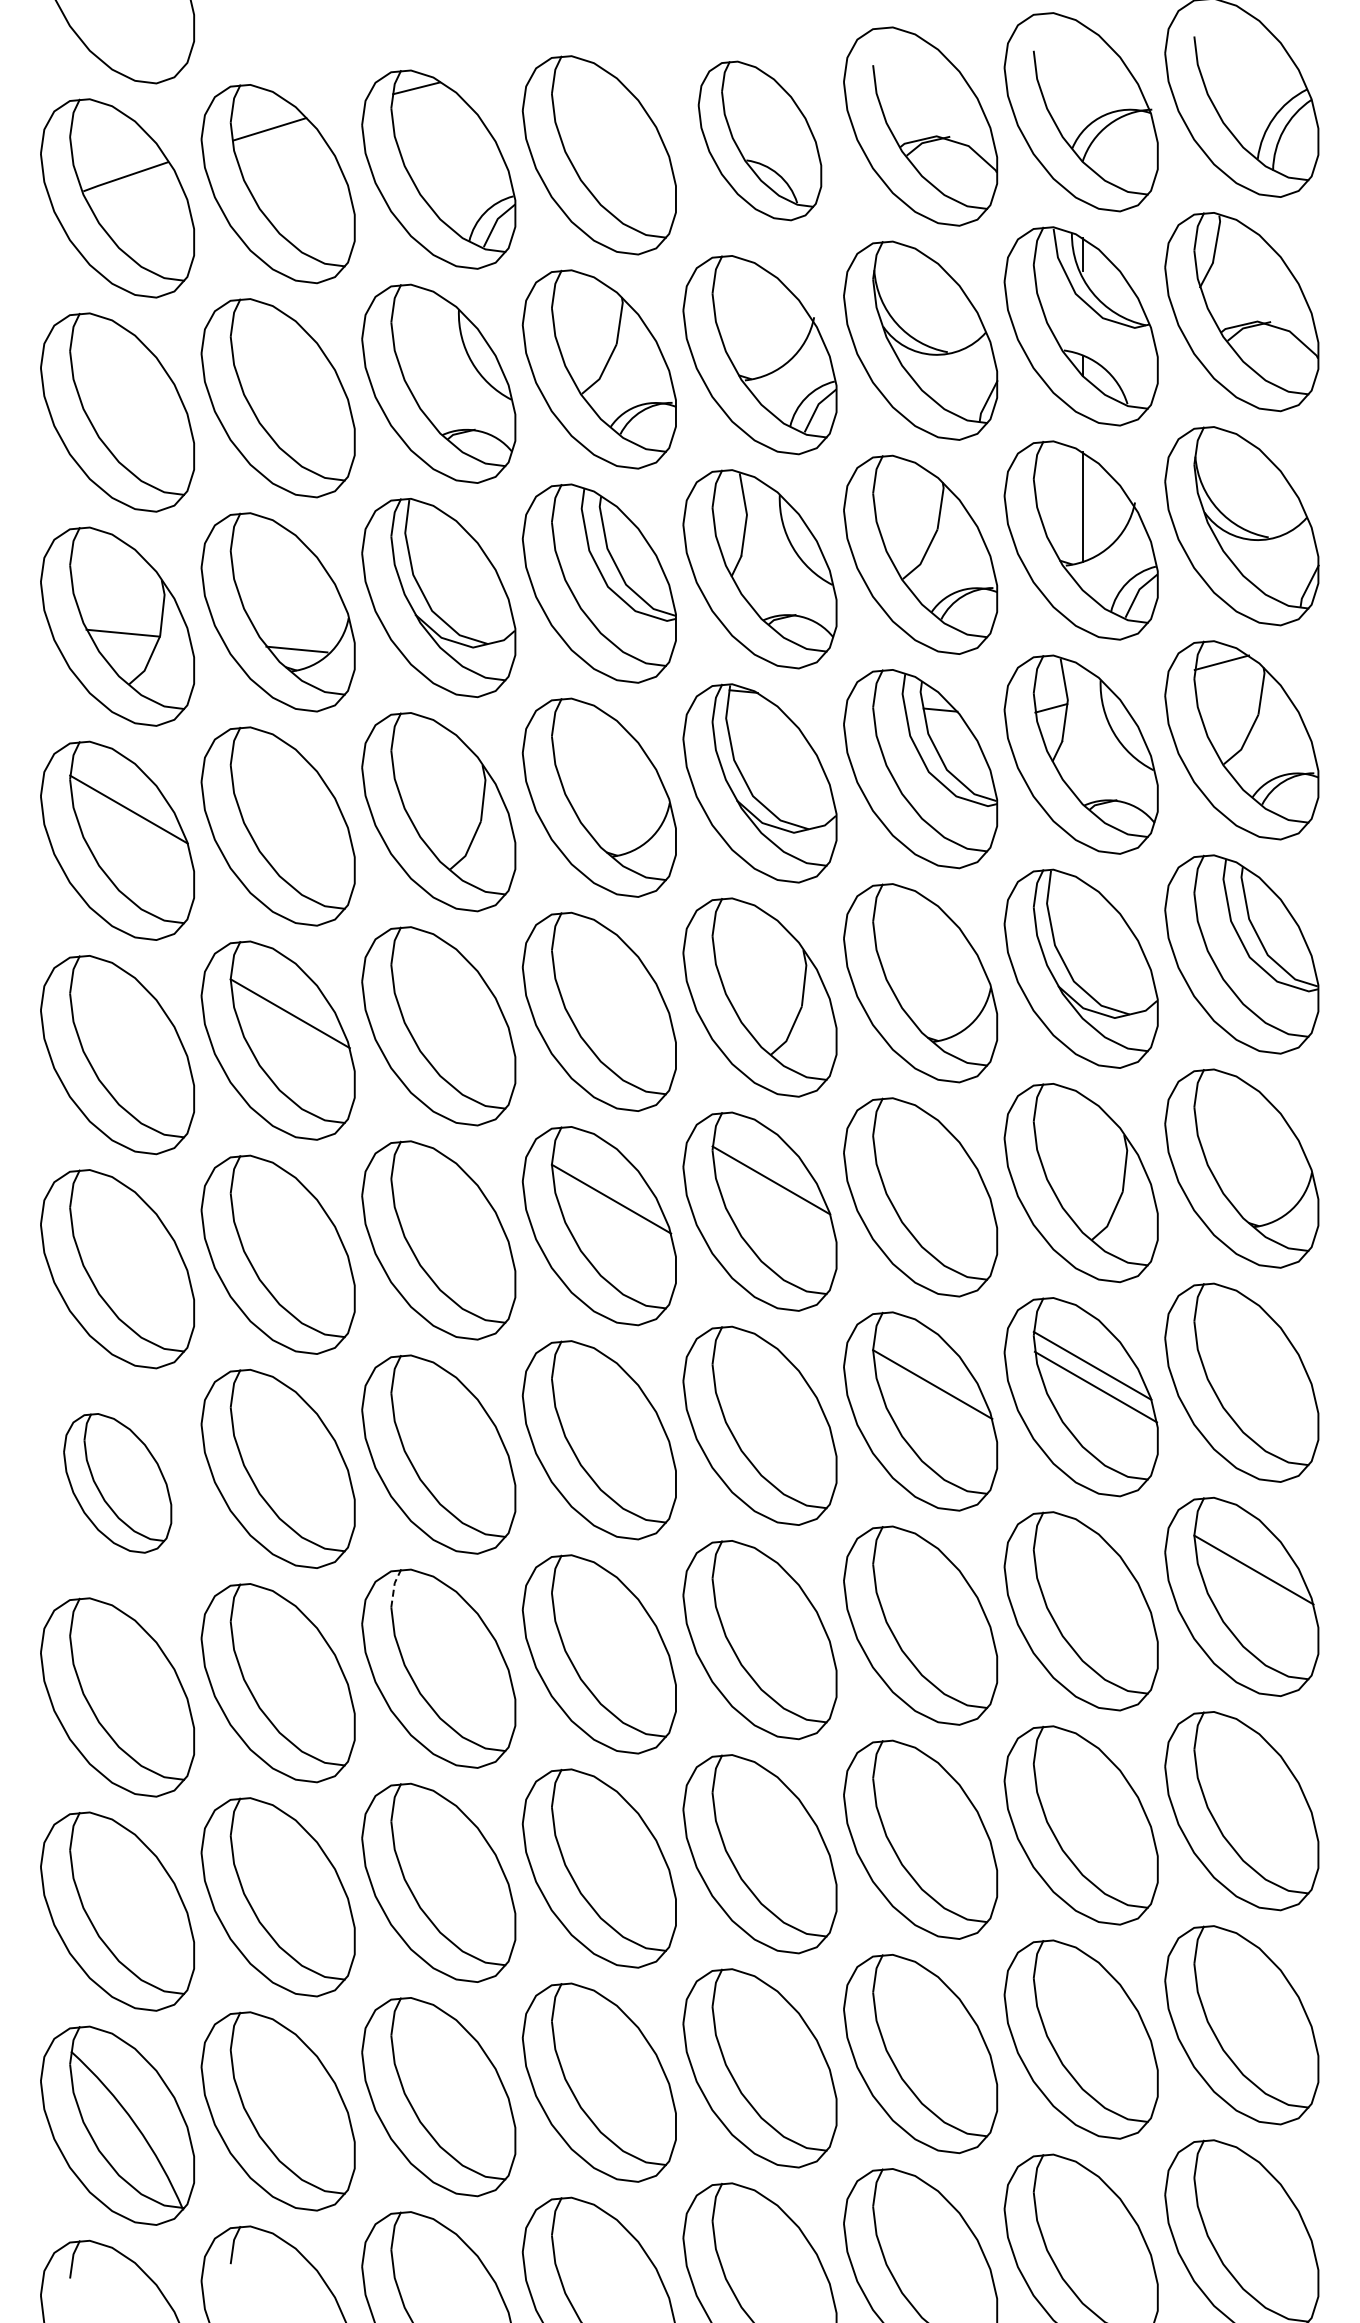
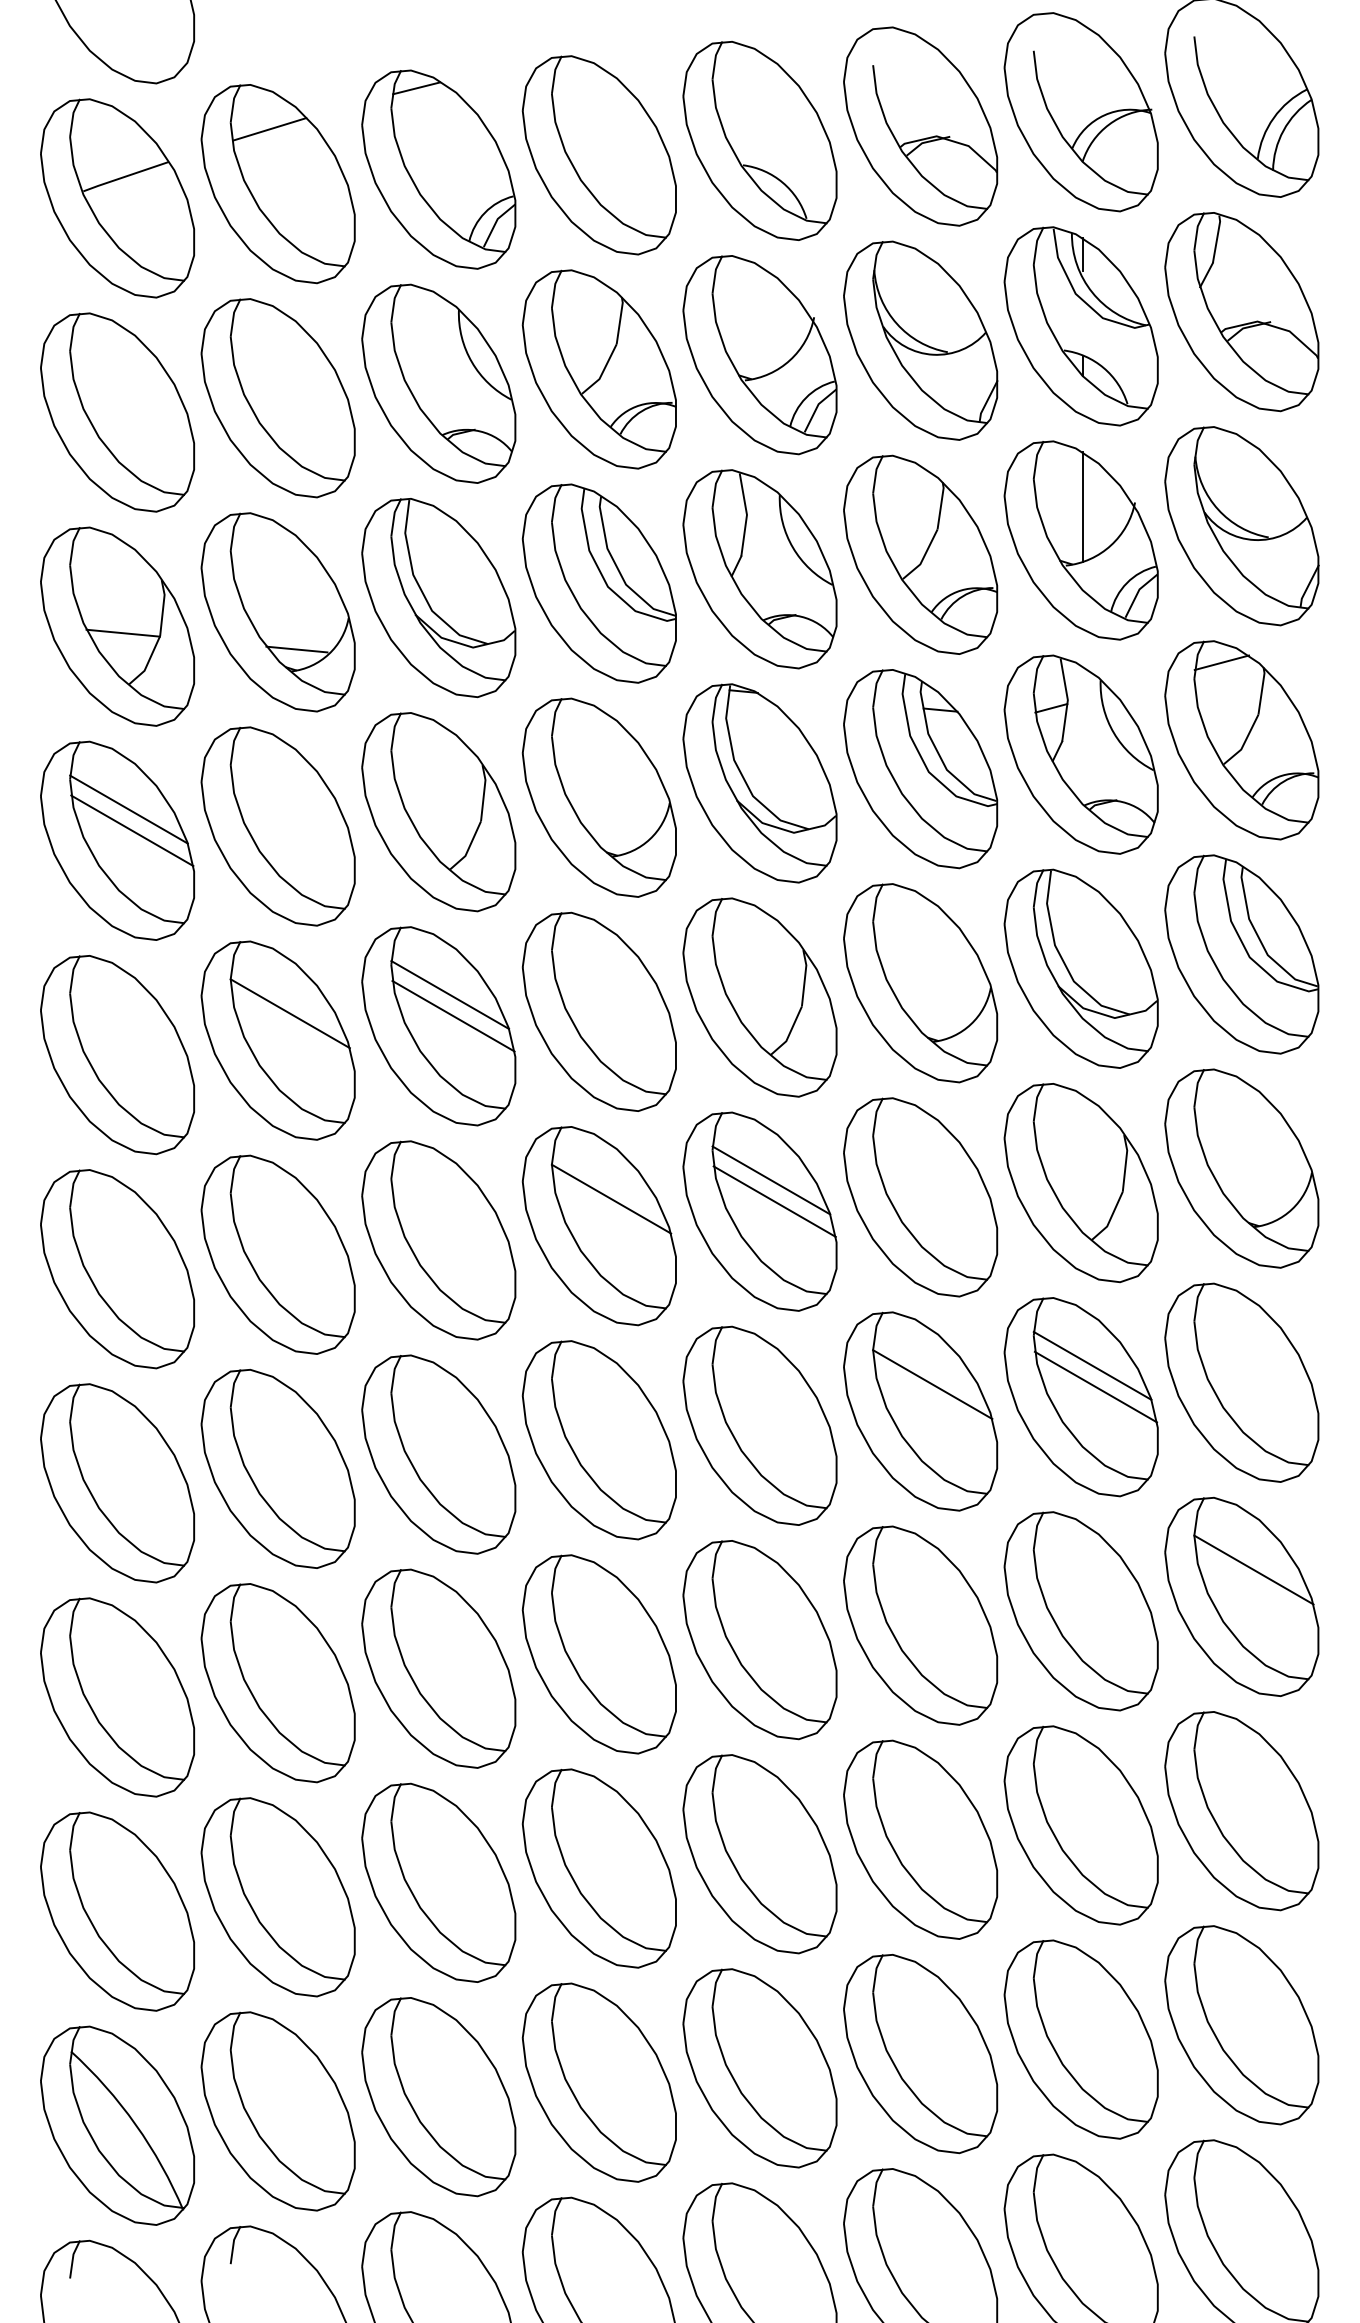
part at (759, 140) size: 126x162 px -> 156x200 px
line at (132, 830): none -> present
line at (450, 994): none -> present
line at (453, 1015): none -> present
line at (774, 1201): none -> present
part at (117, 1483) size: 110x141 px -> 156x201 px
line at (394, 1586): dashed -> solid
